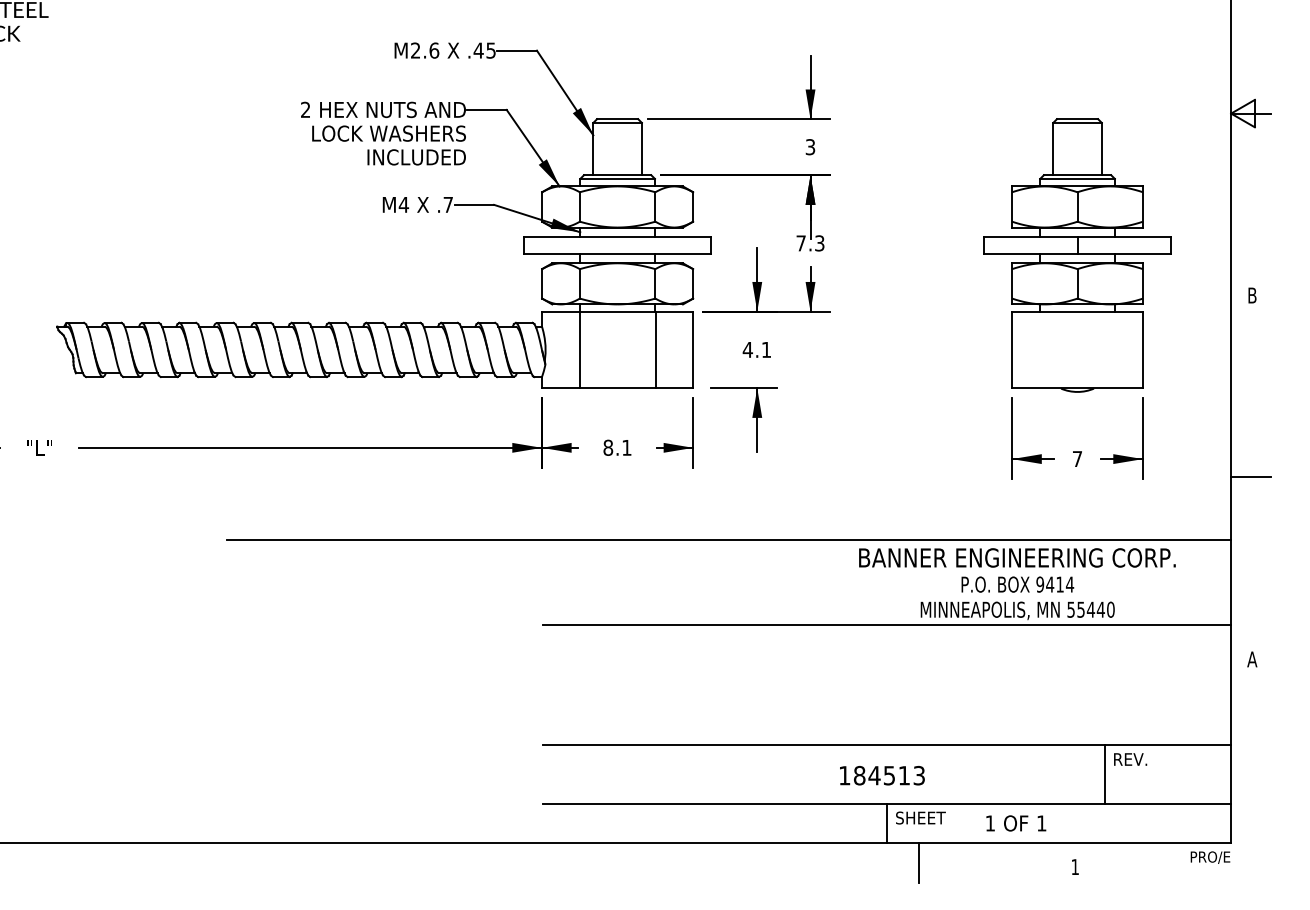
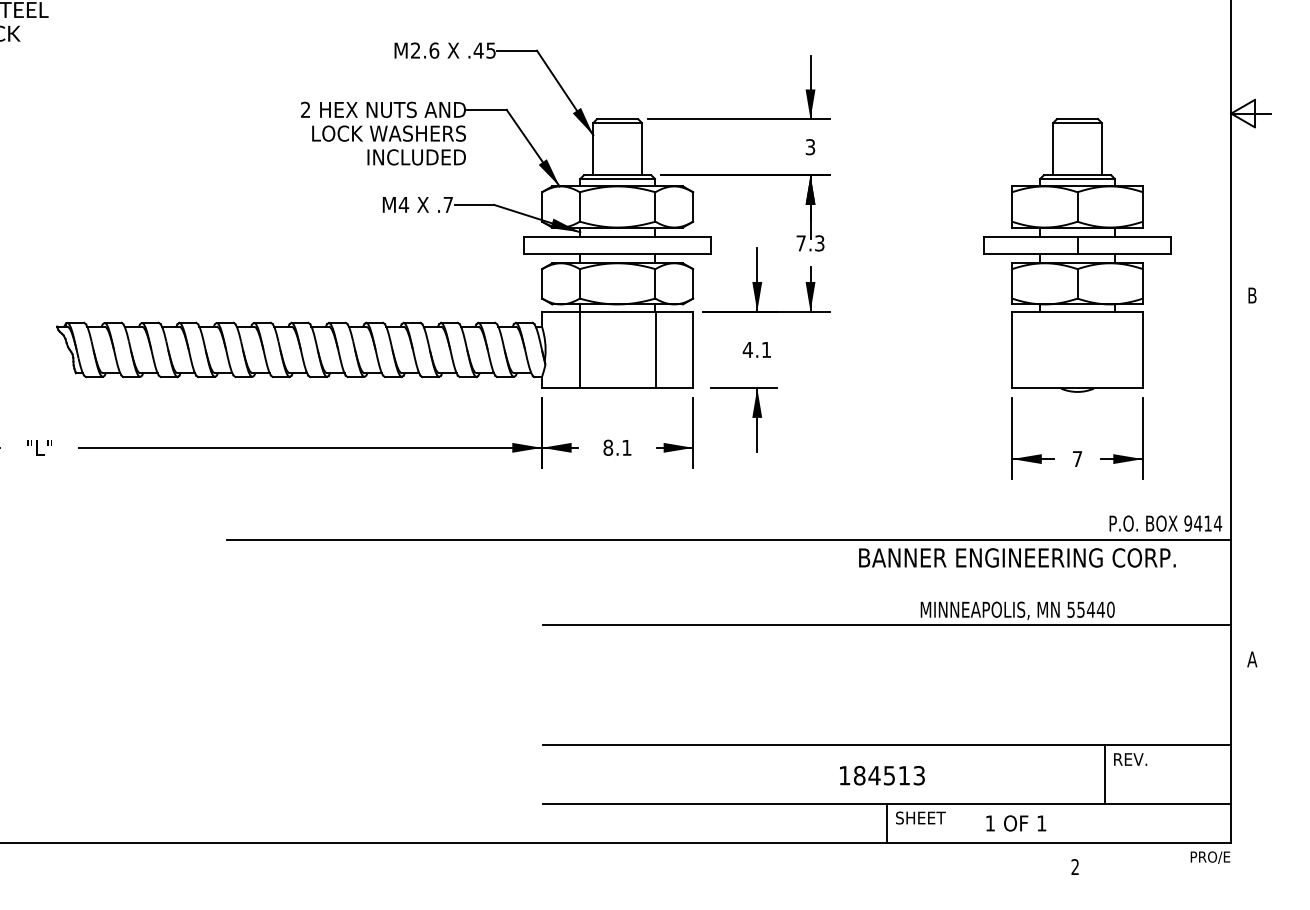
line at (1250, 477): present -> none
text at (1017, 584) position: (1017, 584) -> (1165, 523)
line at (919, 862): present -> none
text at (1074, 866): 1 -> 2
